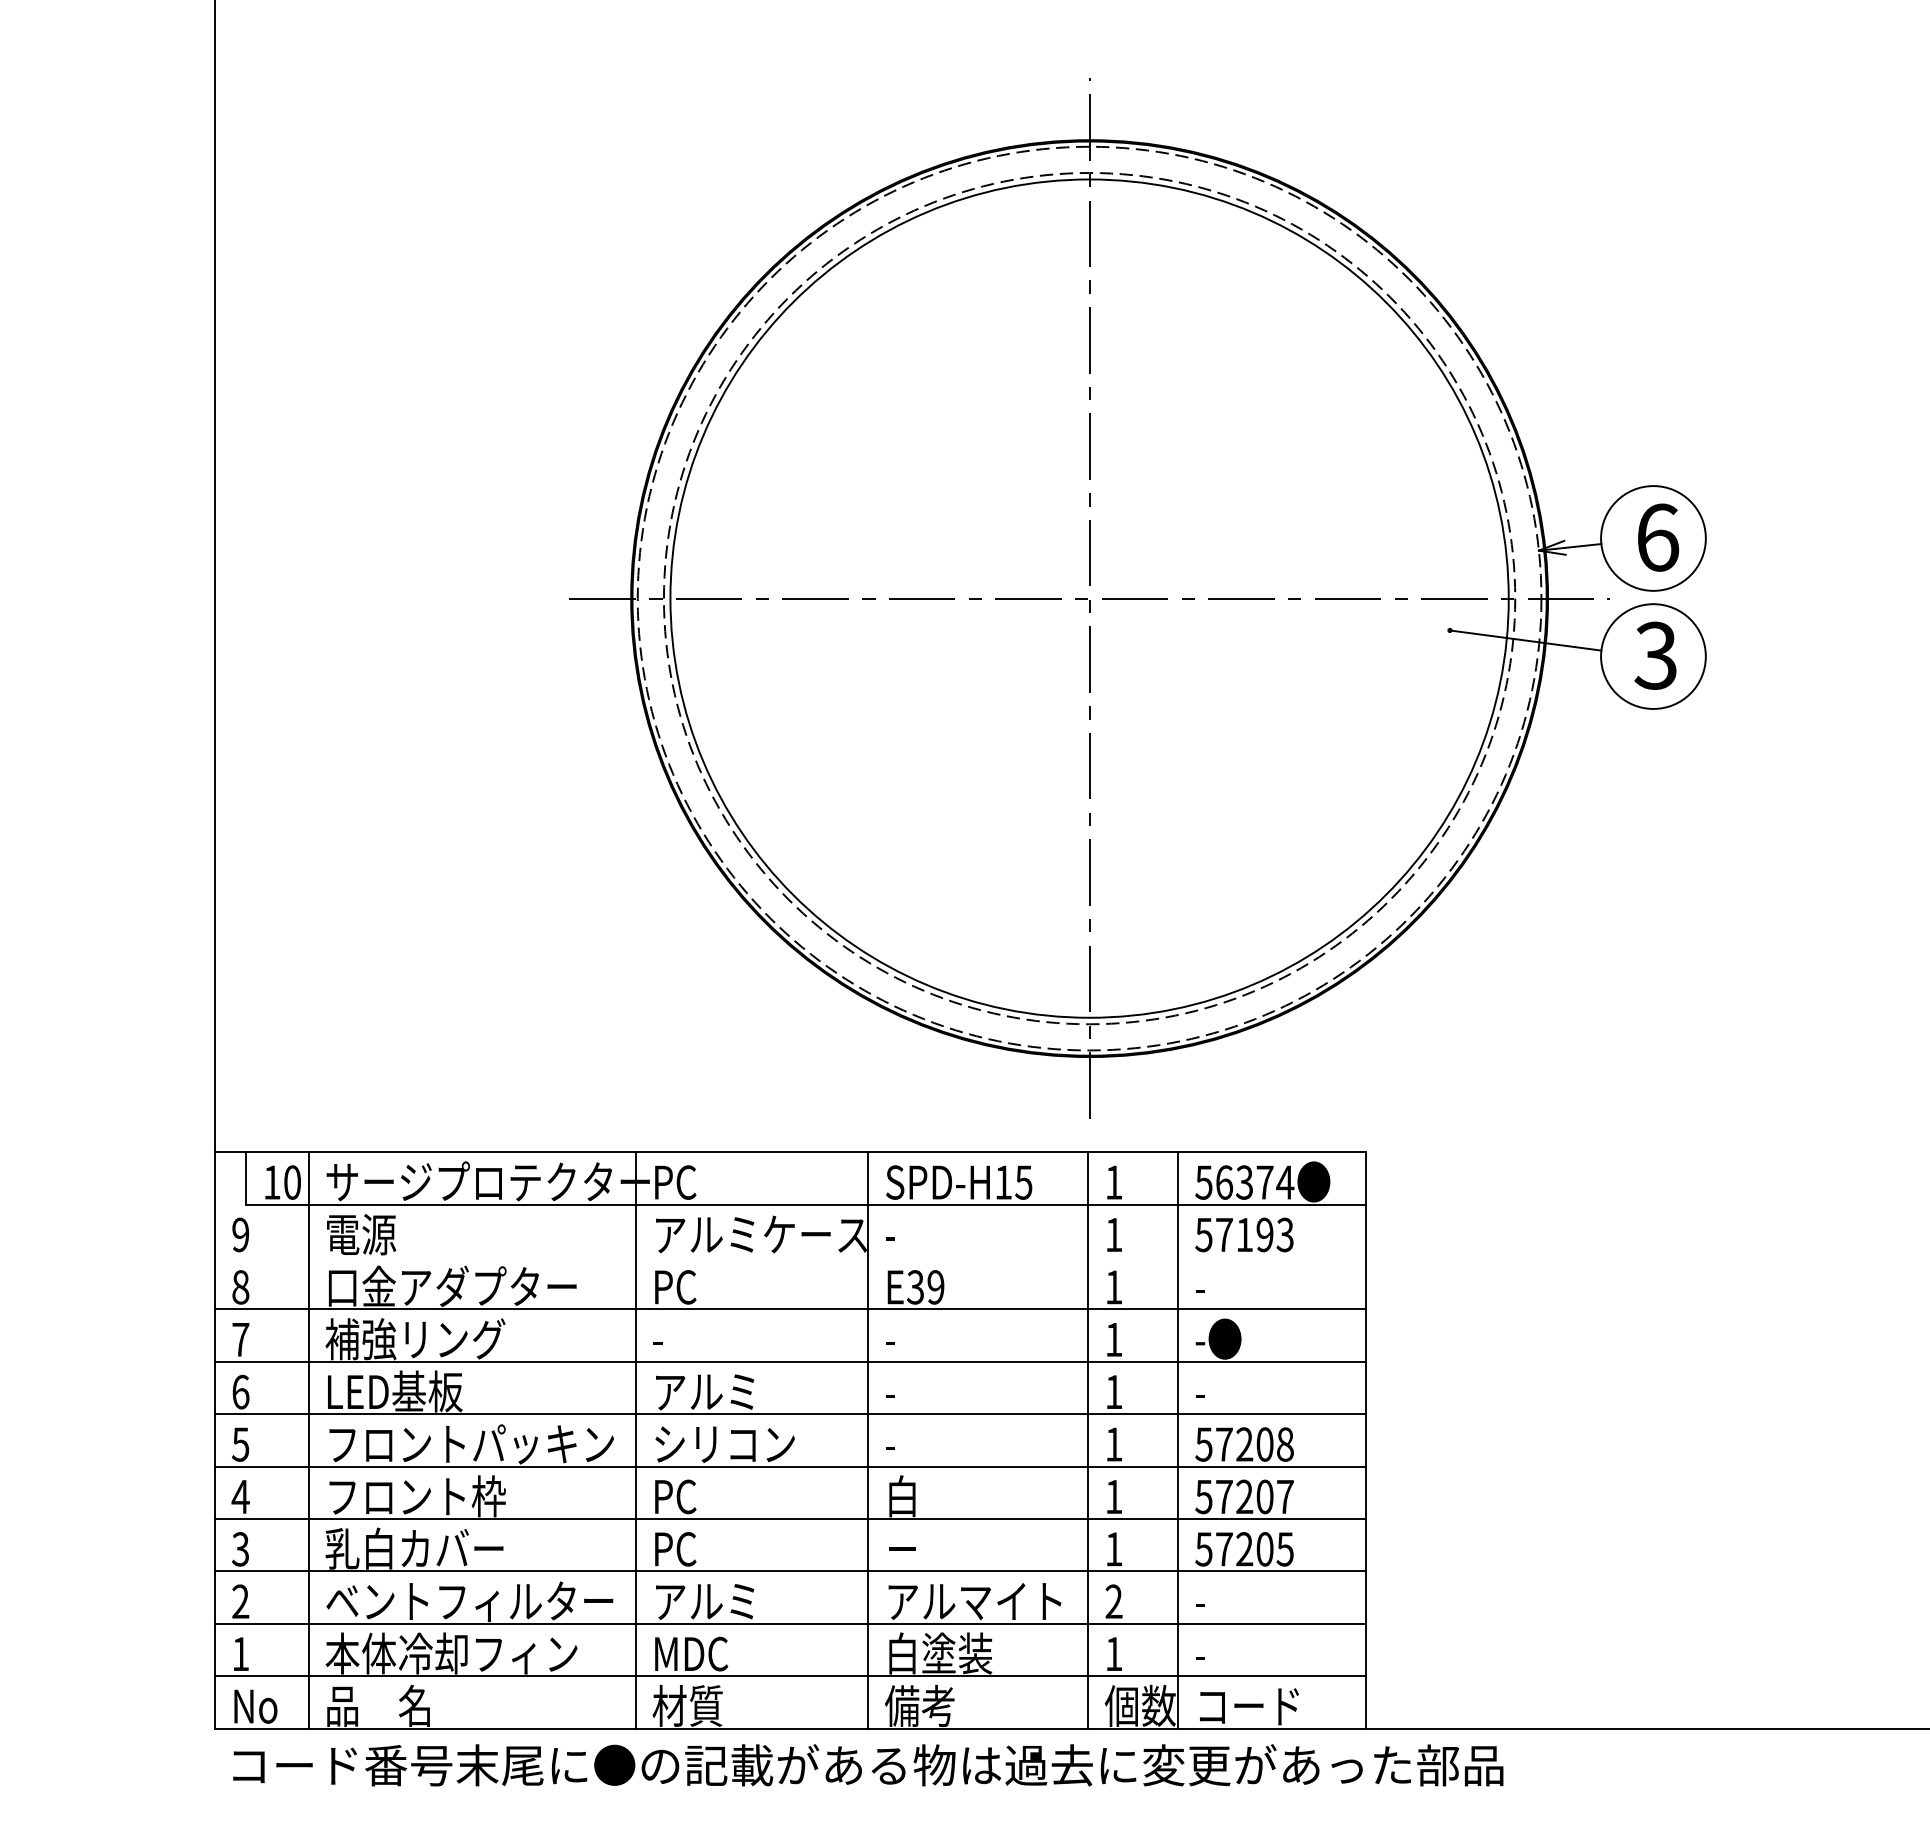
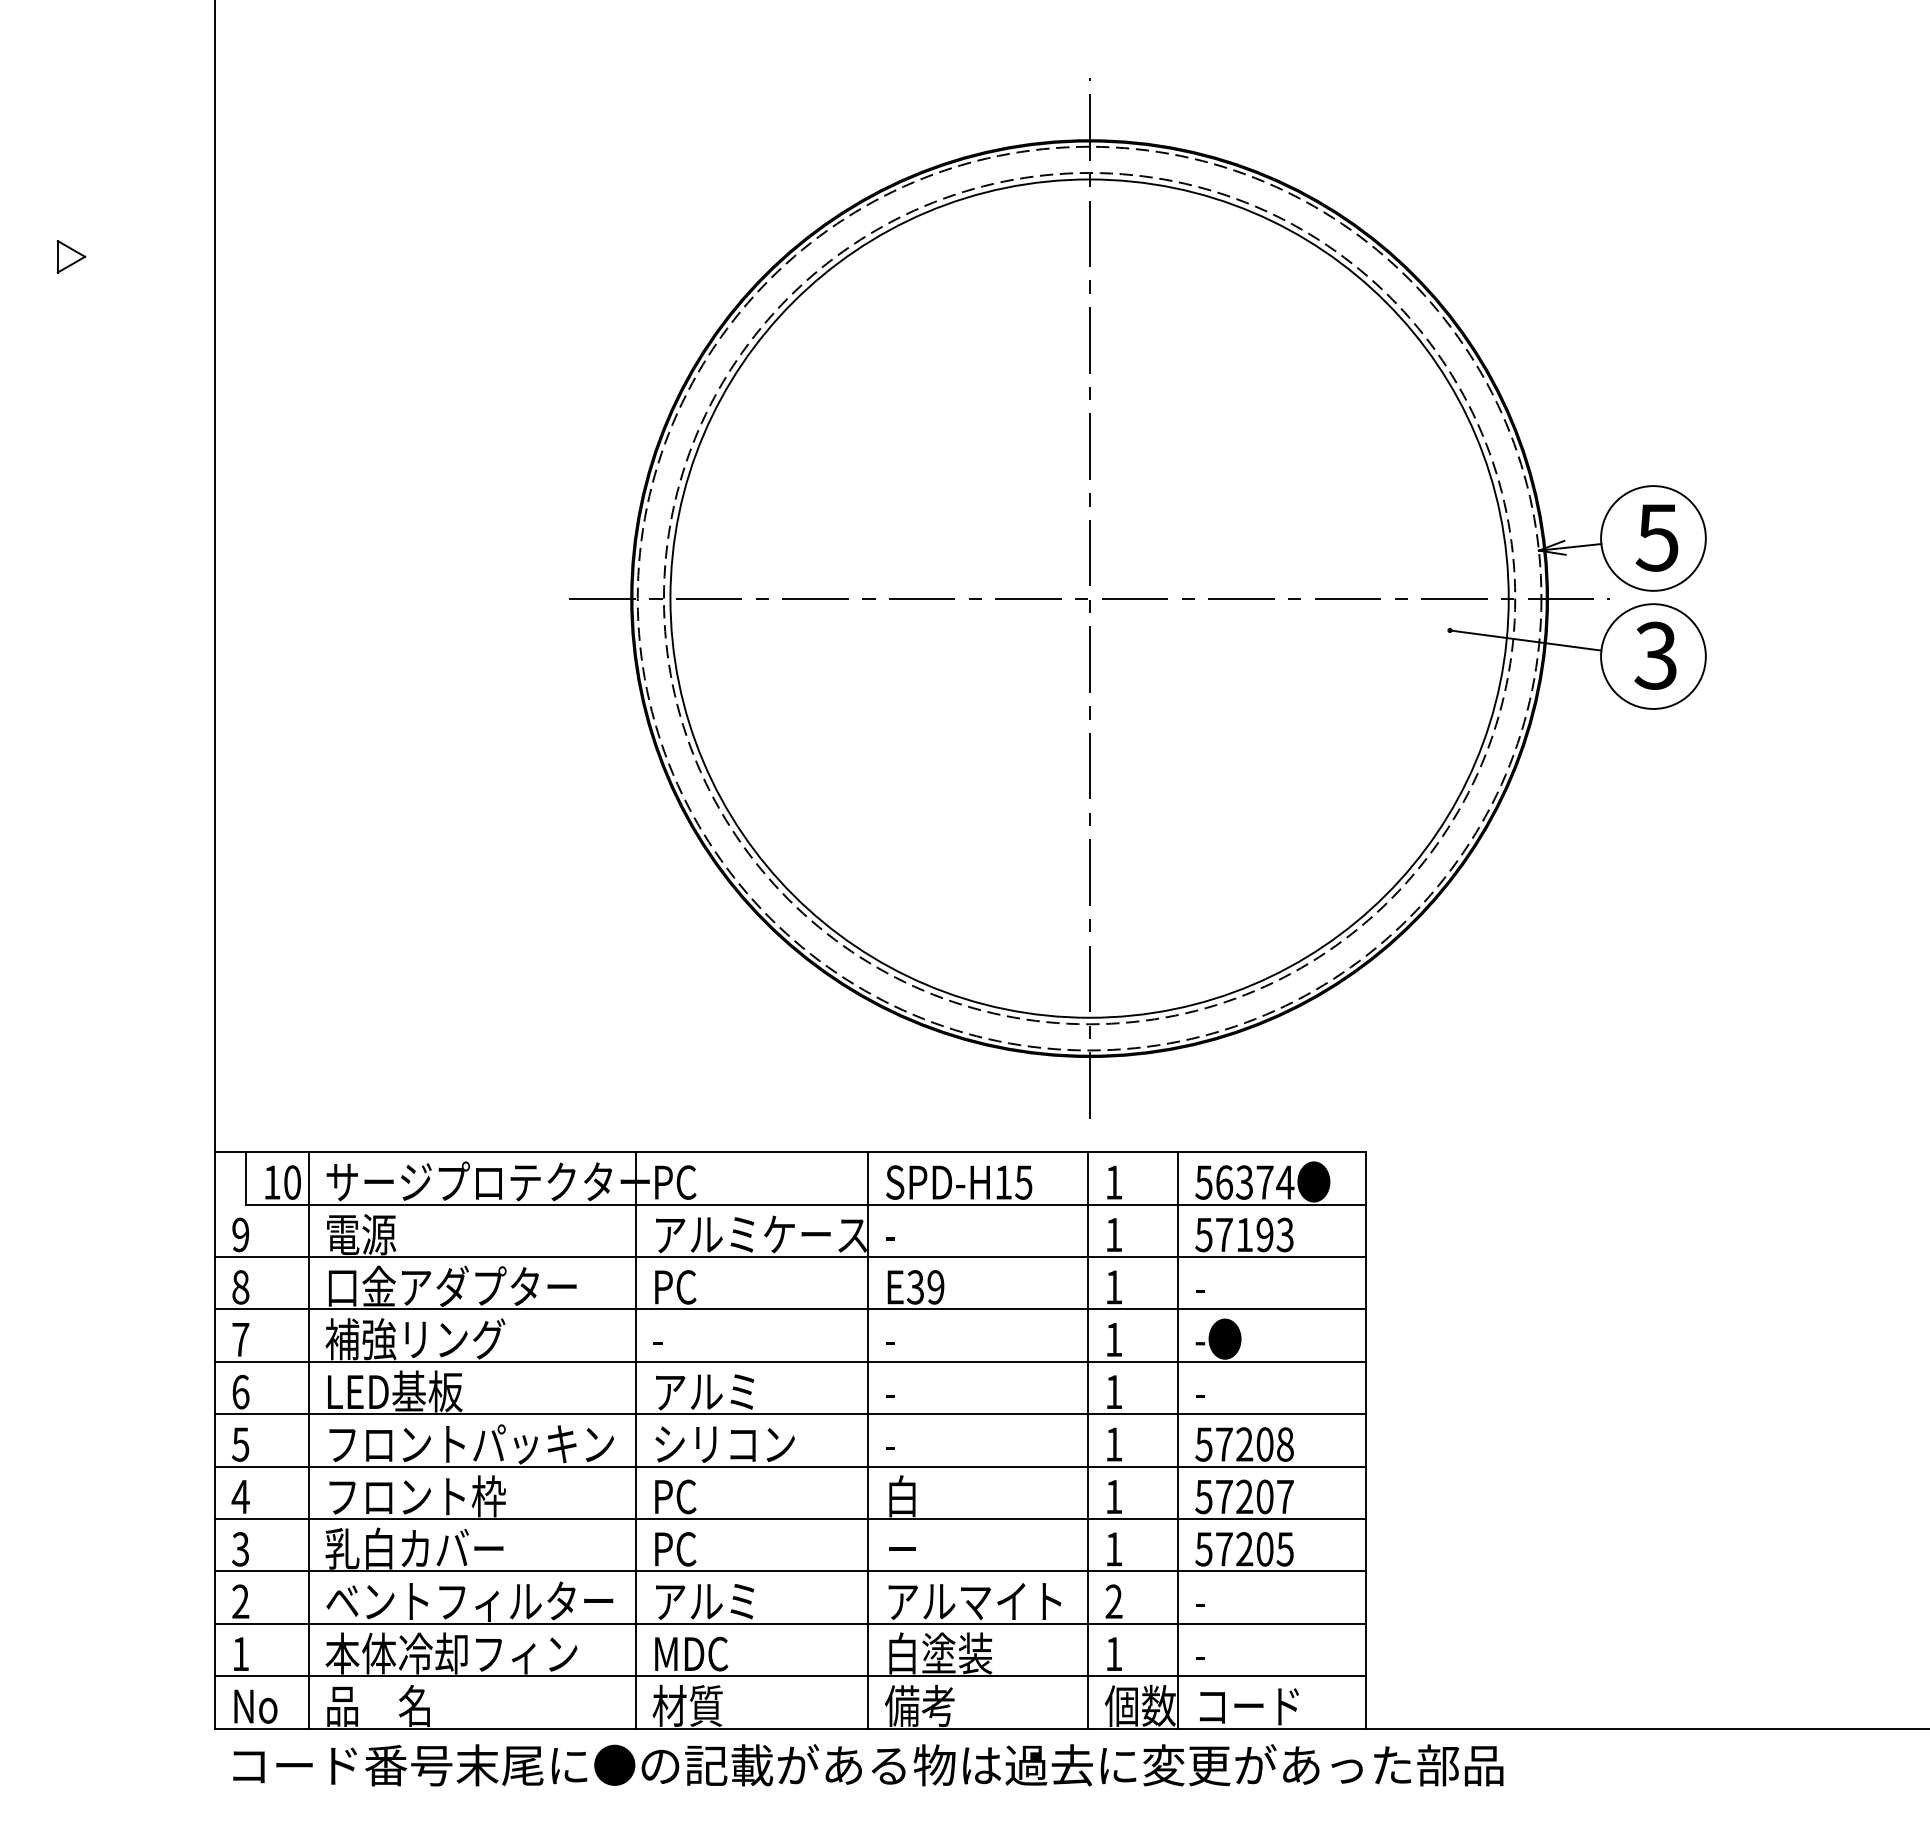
part at (71, 256): none -> present
text at (1657, 537): 6 -> 5
line at (790, 1257): none -> present
